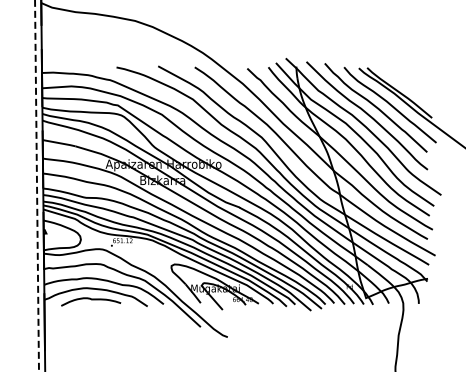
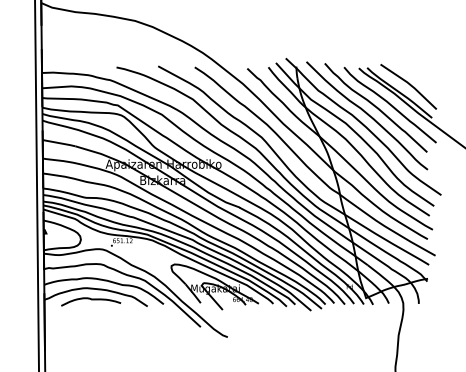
line at (409, 85): none -> present
line at (37, 185): dashed -> solid
